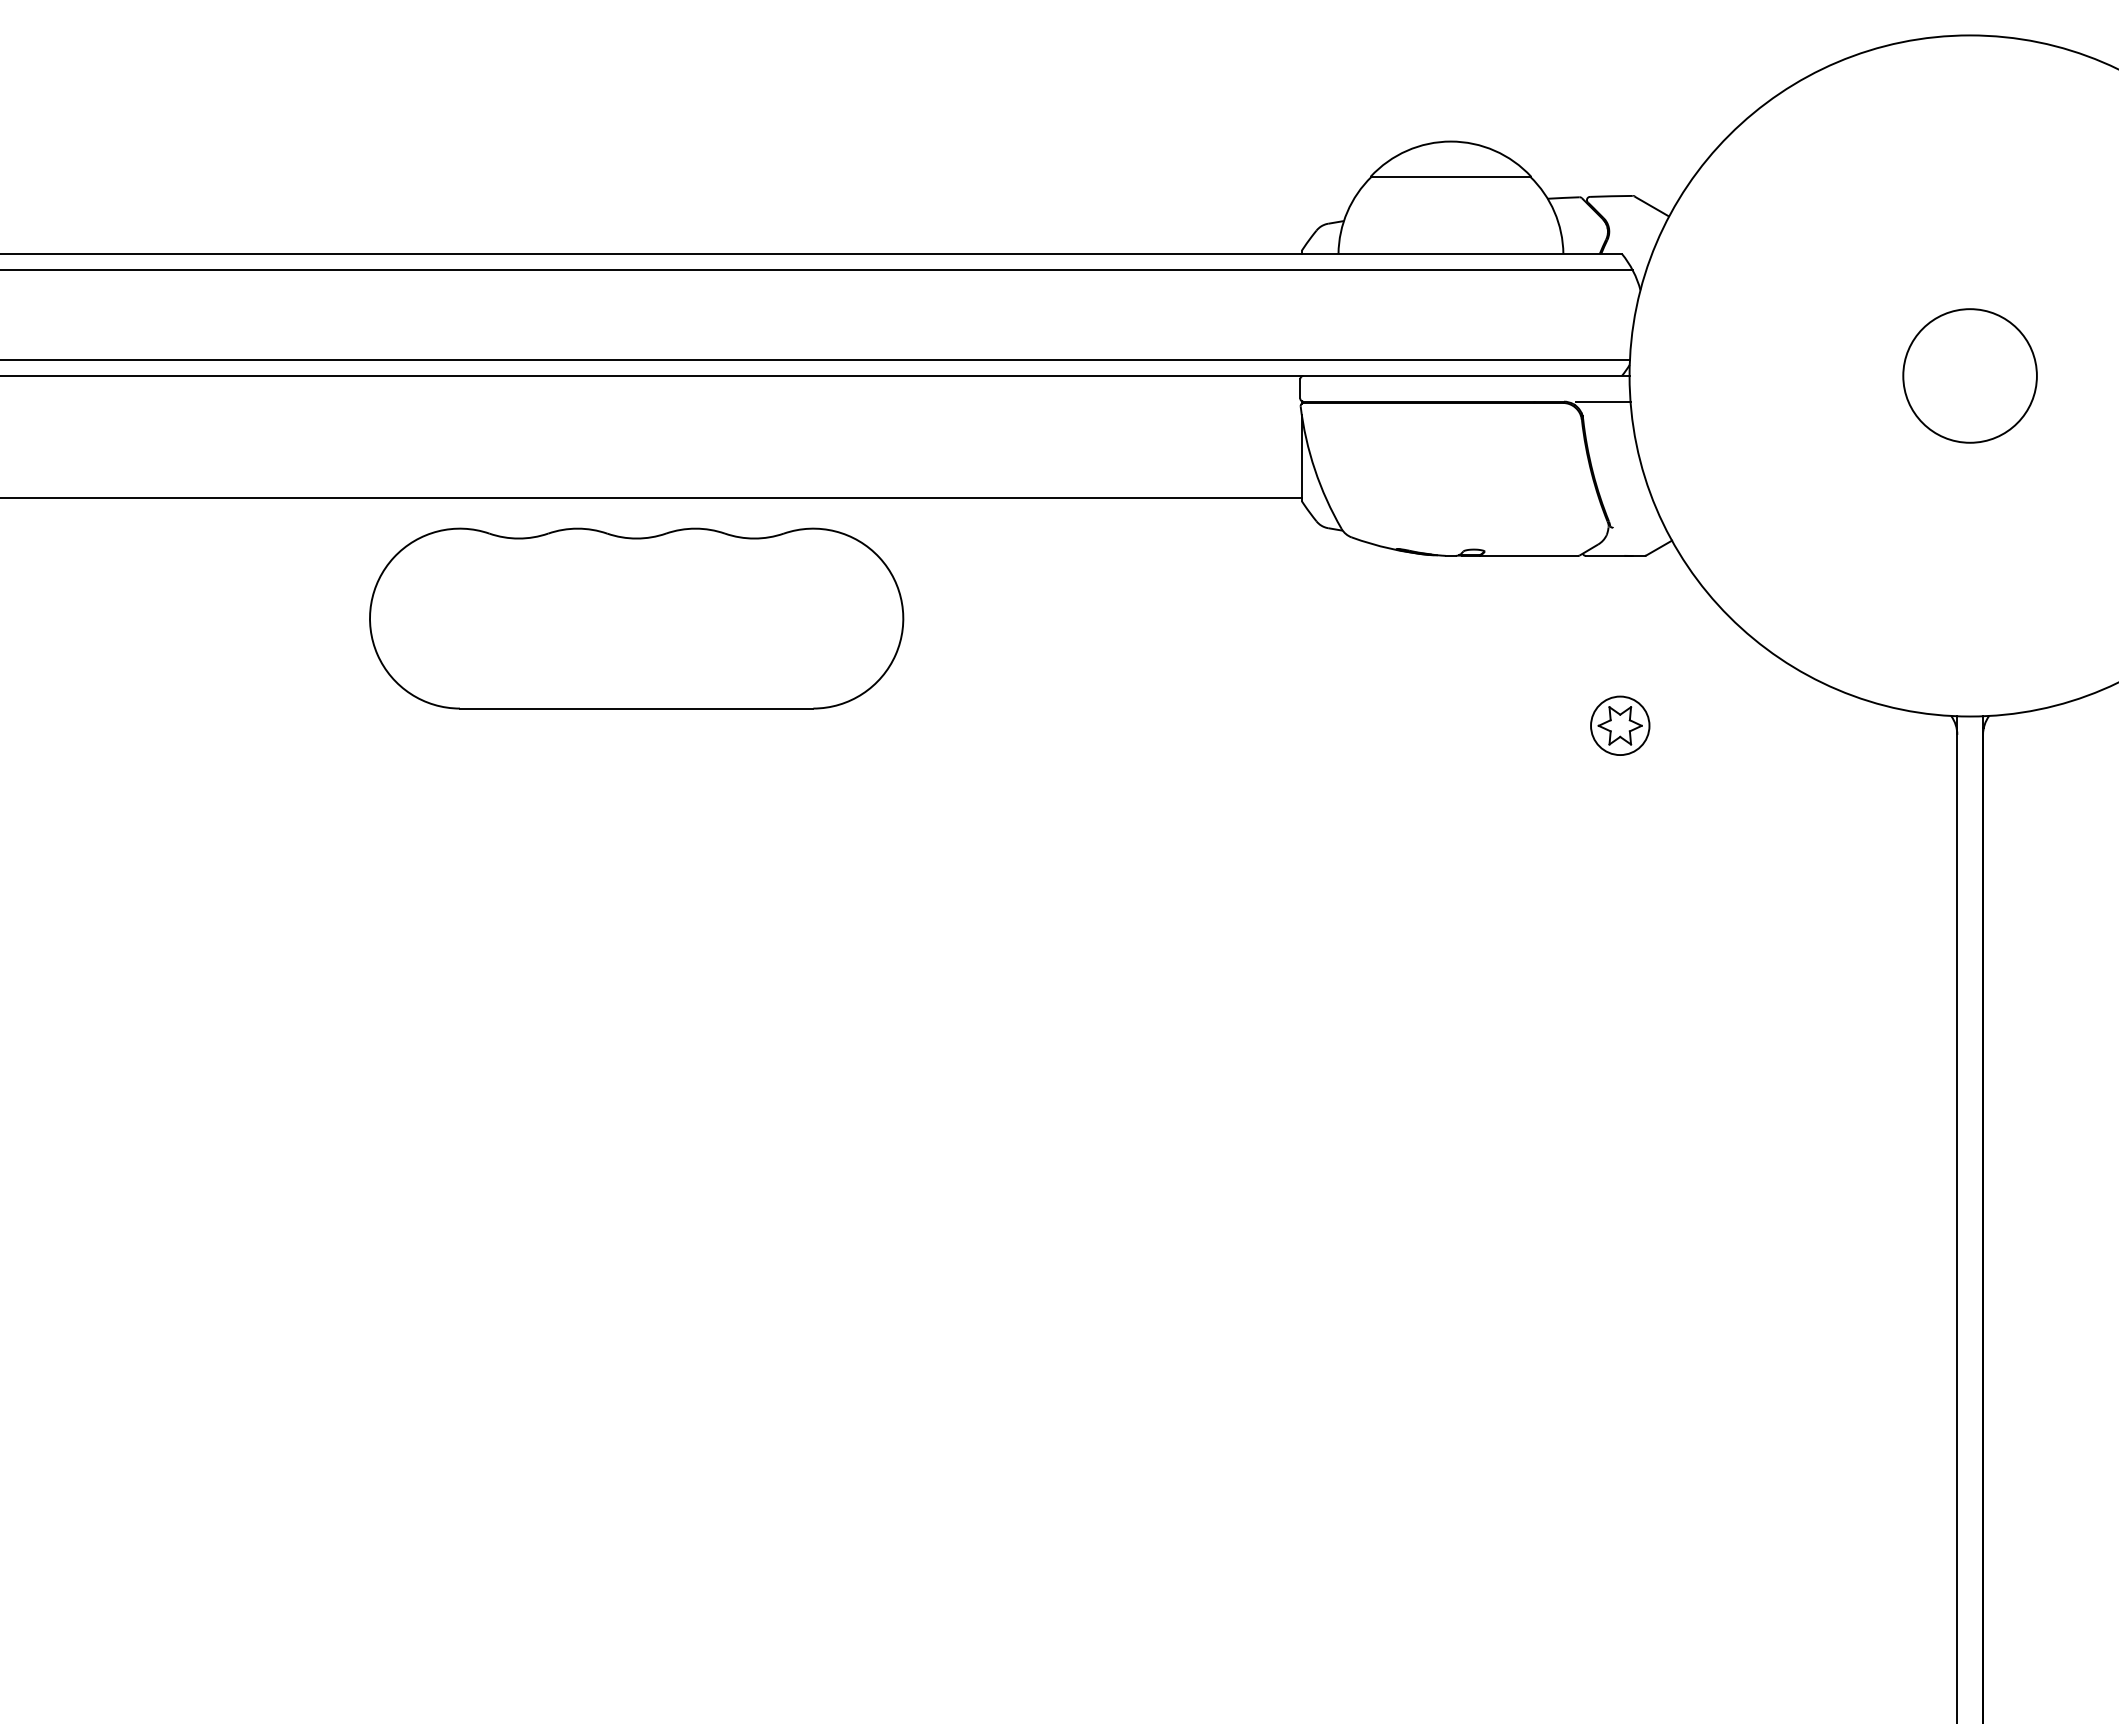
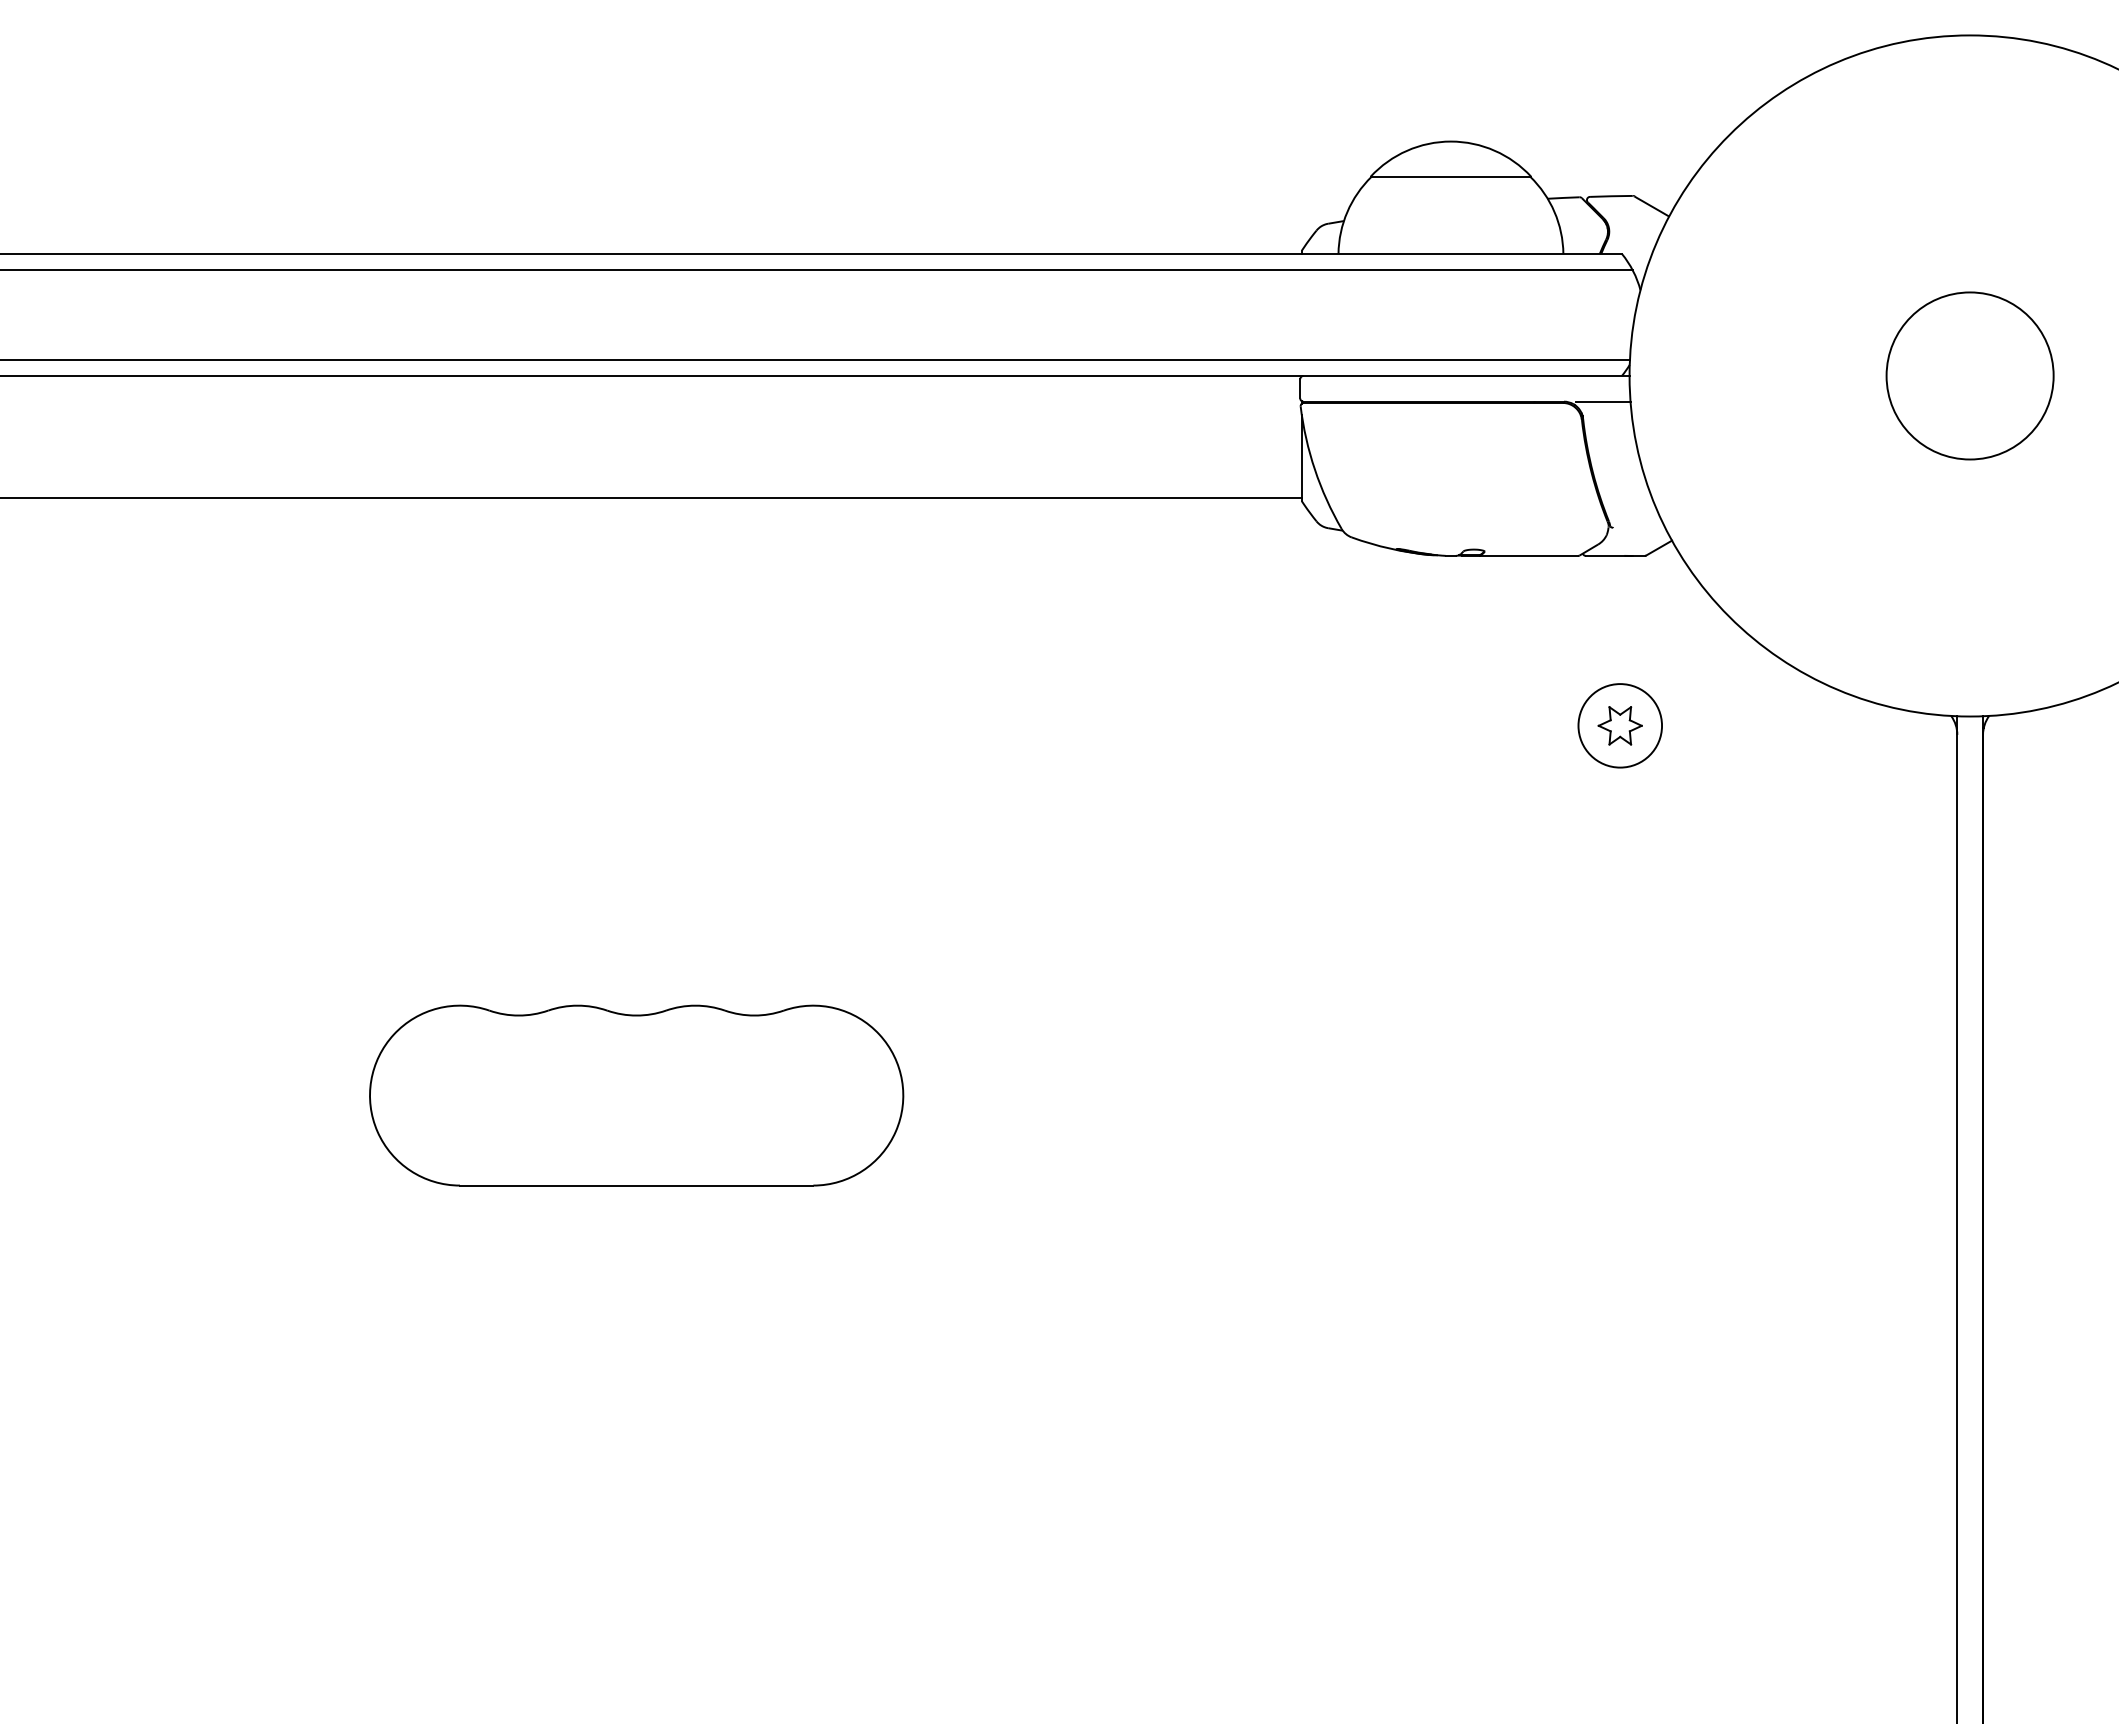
circle at (1969, 375) diameter: 134 px -> 167 px
part at (636, 618) position: (636, 618) -> (636, 1095)
circle at (1620, 725) diameter: 58 px -> 84 px
